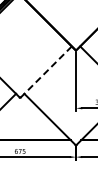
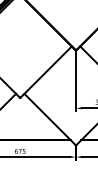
line at (45, 72): dashed -> solid
